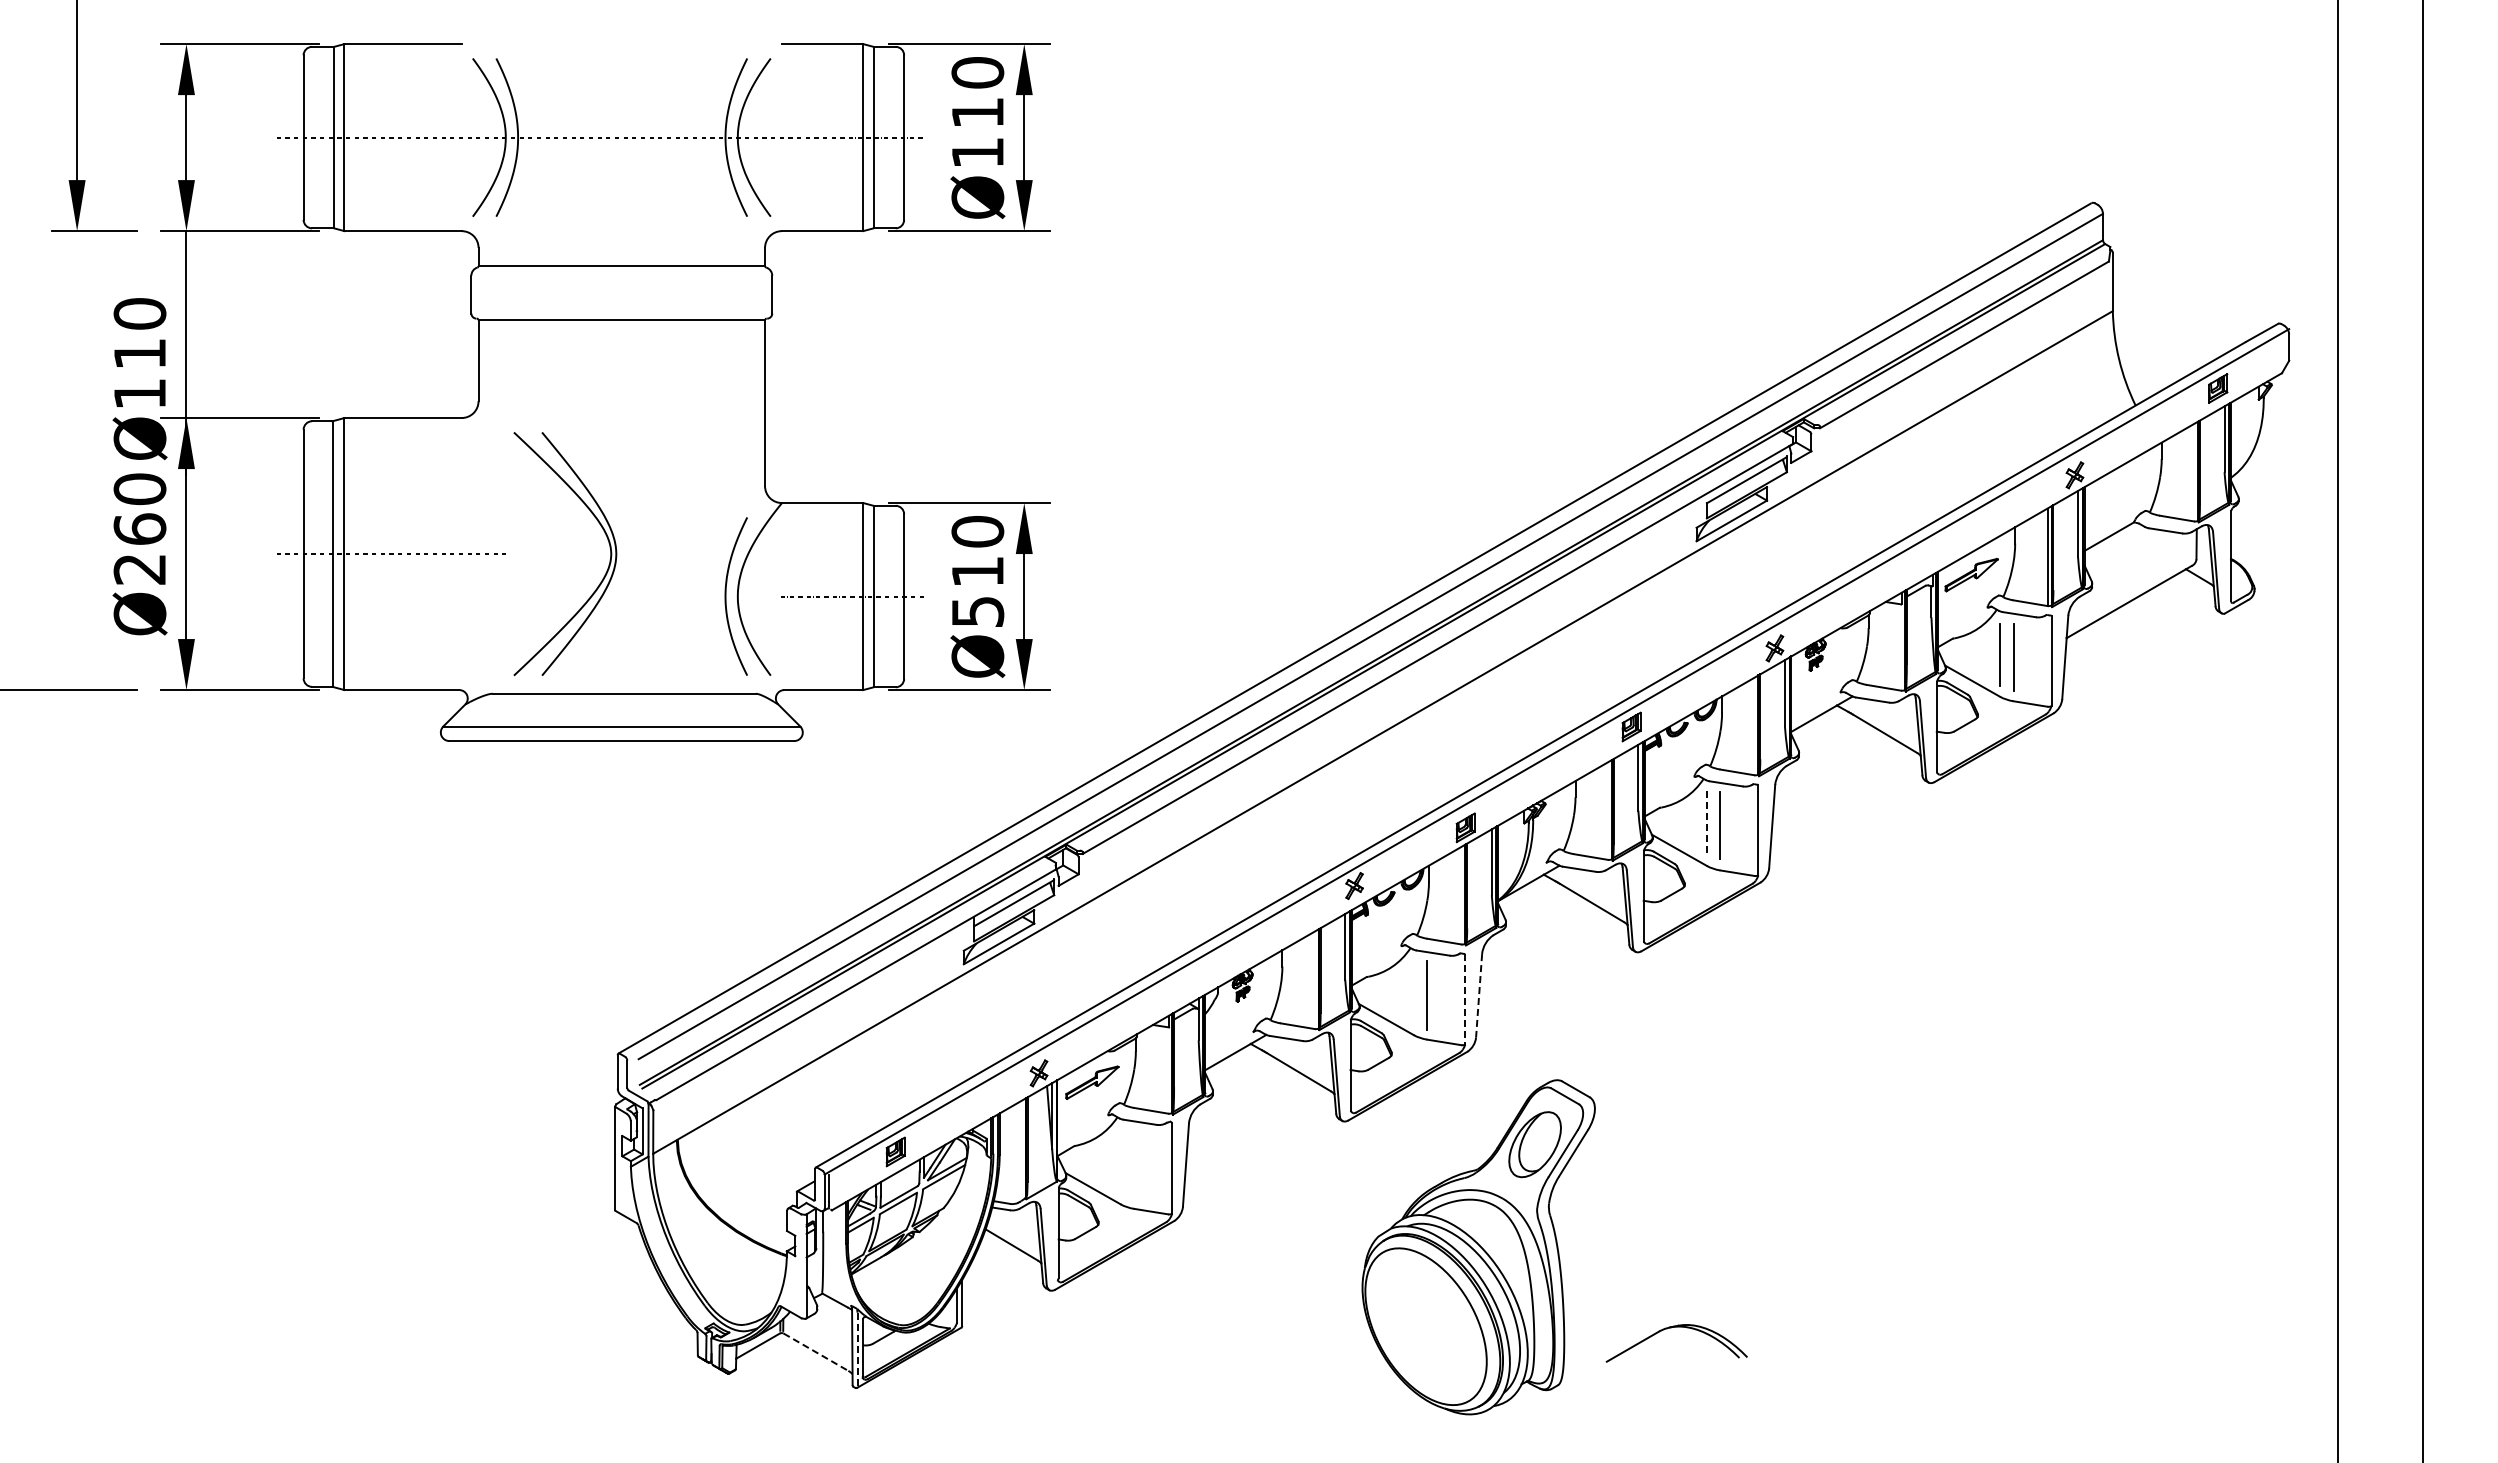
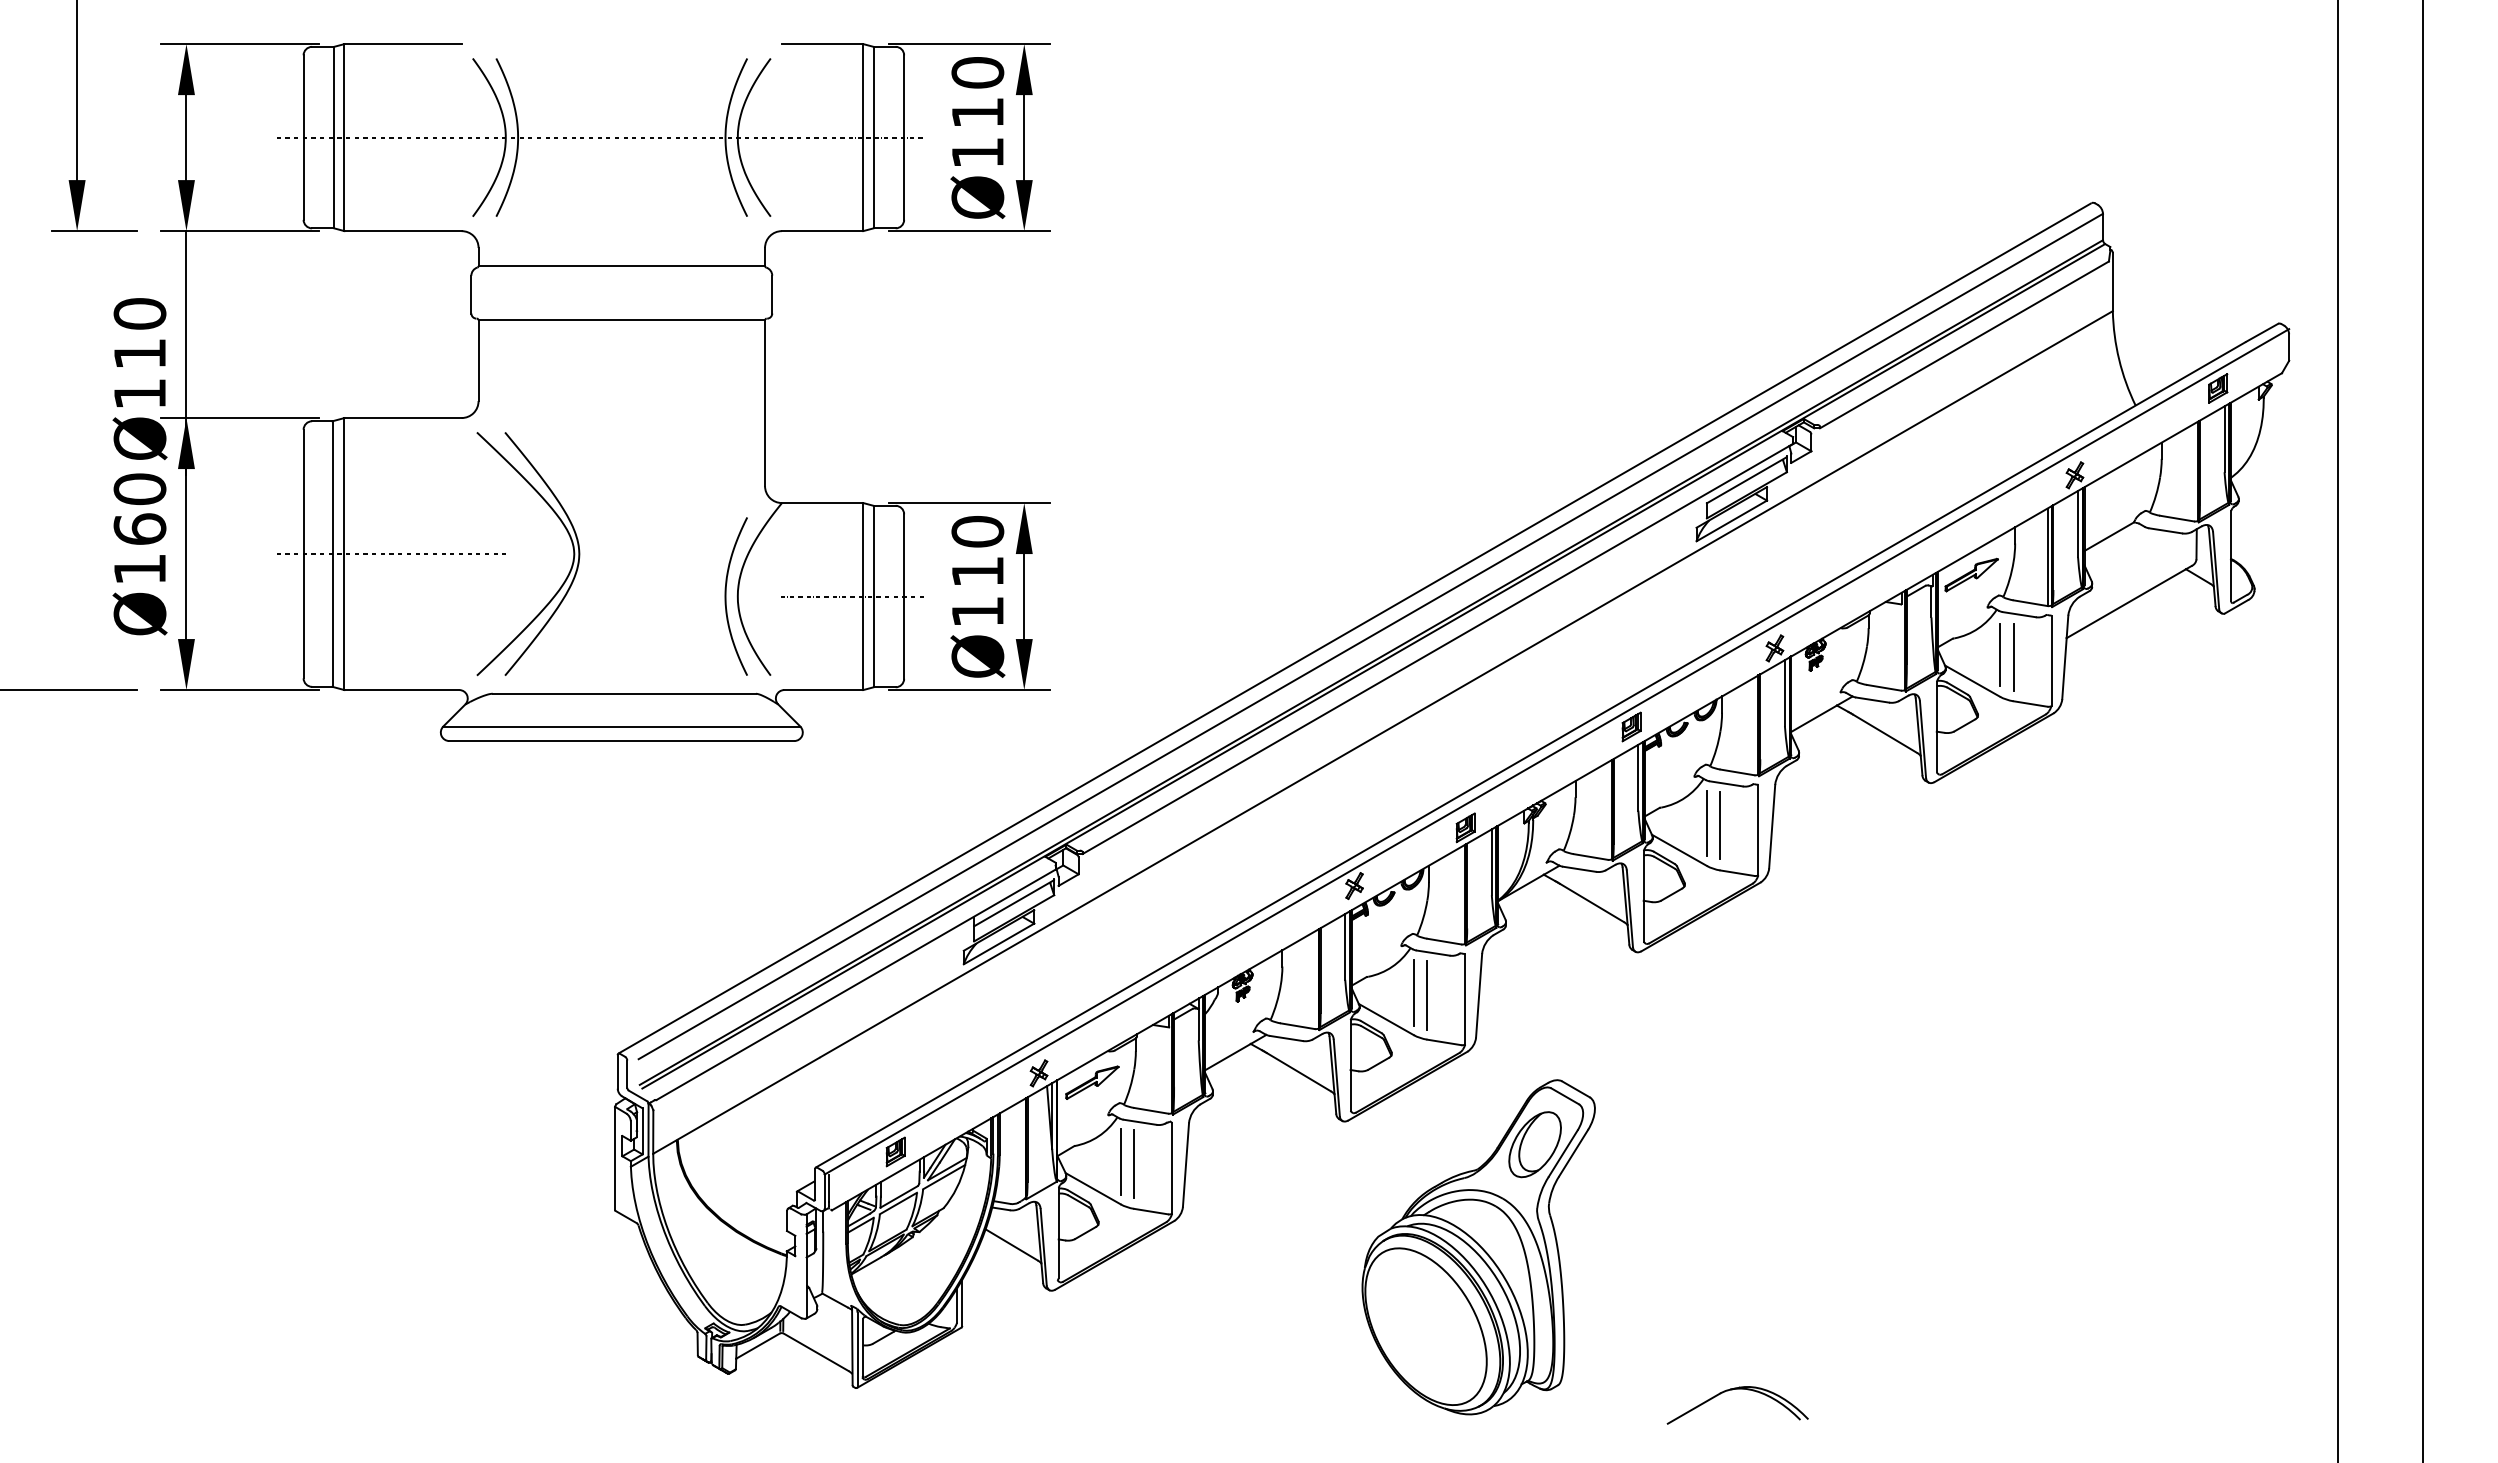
text at (139, 569): Ø260 -> Ø160
part at (605, 572) position: (605, 572) -> (568, 572)
text at (978, 611): Ø510 -> Ø110
line at (1706, 823): dashed -> solid
line at (1413, 992): none -> present
line at (1479, 995): dashed -> solid
line at (1465, 999): dashed -> solid
line at (1120, 1161): none -> present
line at (1134, 1163): none -> present
part at (1671, 1328) position: (1671, 1328) -> (1732, 1390)
line at (857, 1350): dashed -> solid
line at (816, 1352): dashed -> solid
